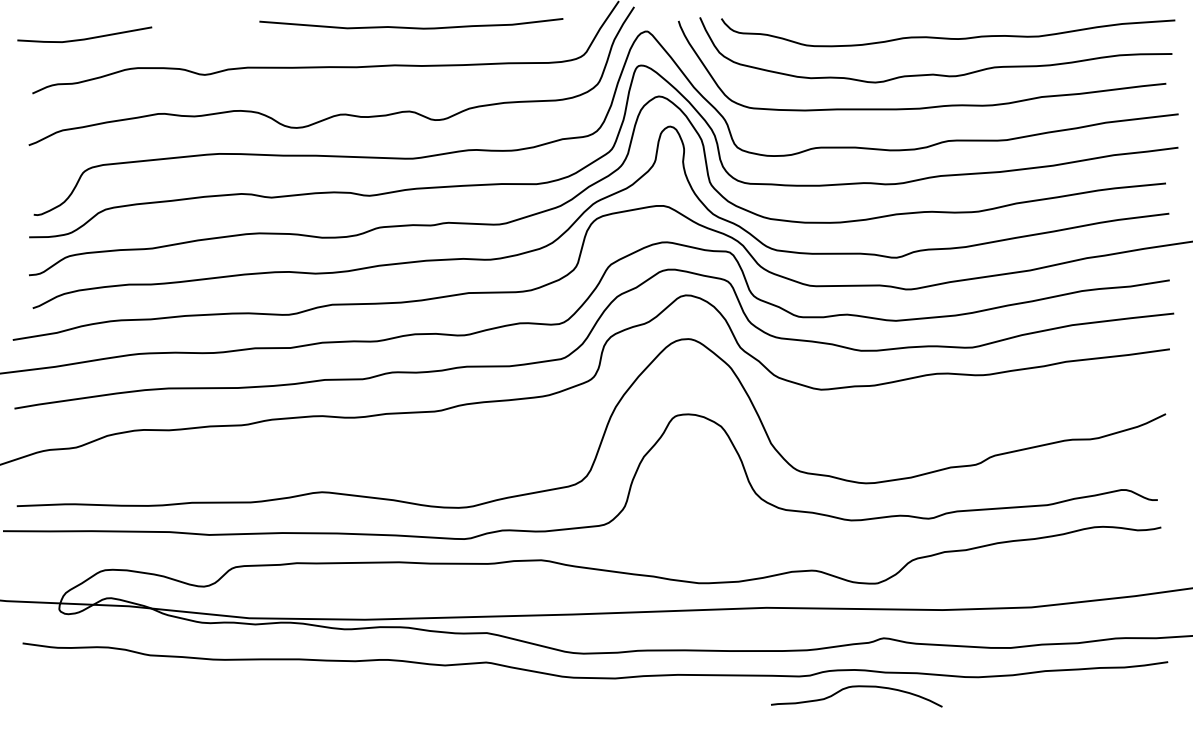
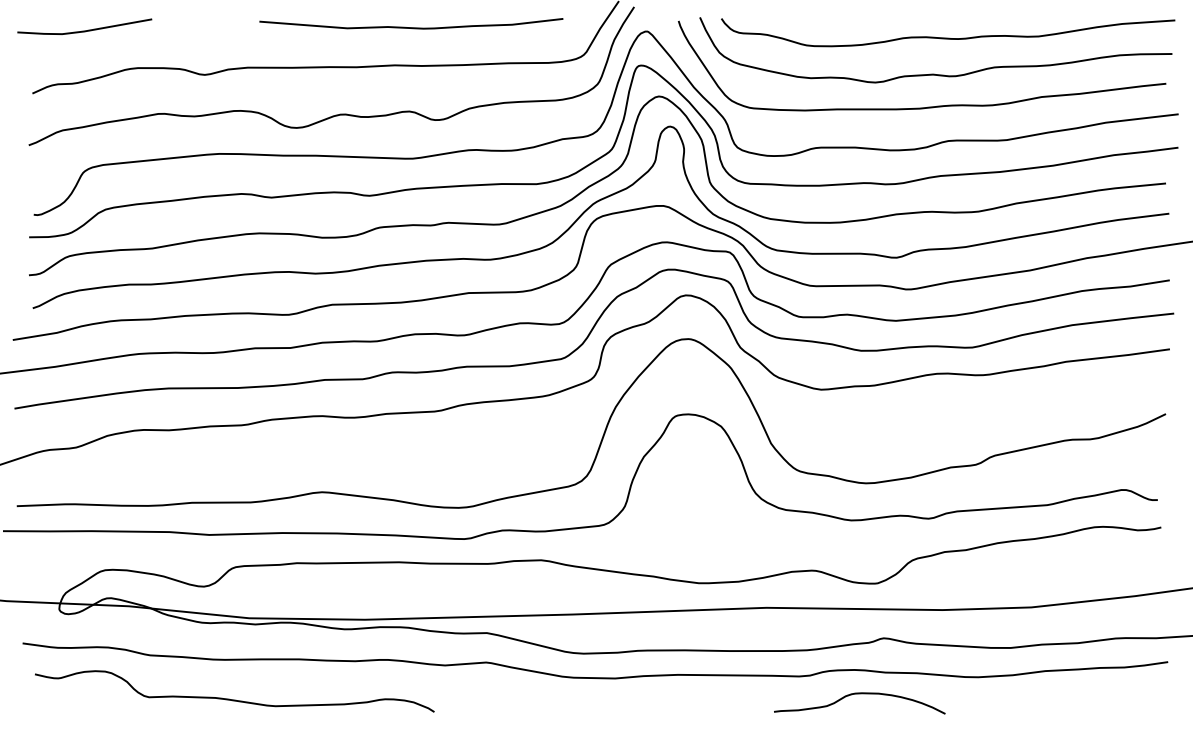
line at (84, 38) position: (84, 38) -> (84, 30)
curve at (856, 687) position: (856, 687) -> (859, 694)
curve at (234, 699): none -> present
